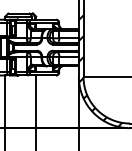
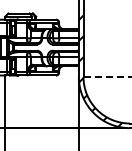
line at (107, 77): solid -> dashed
line at (36, 111): present -> none
